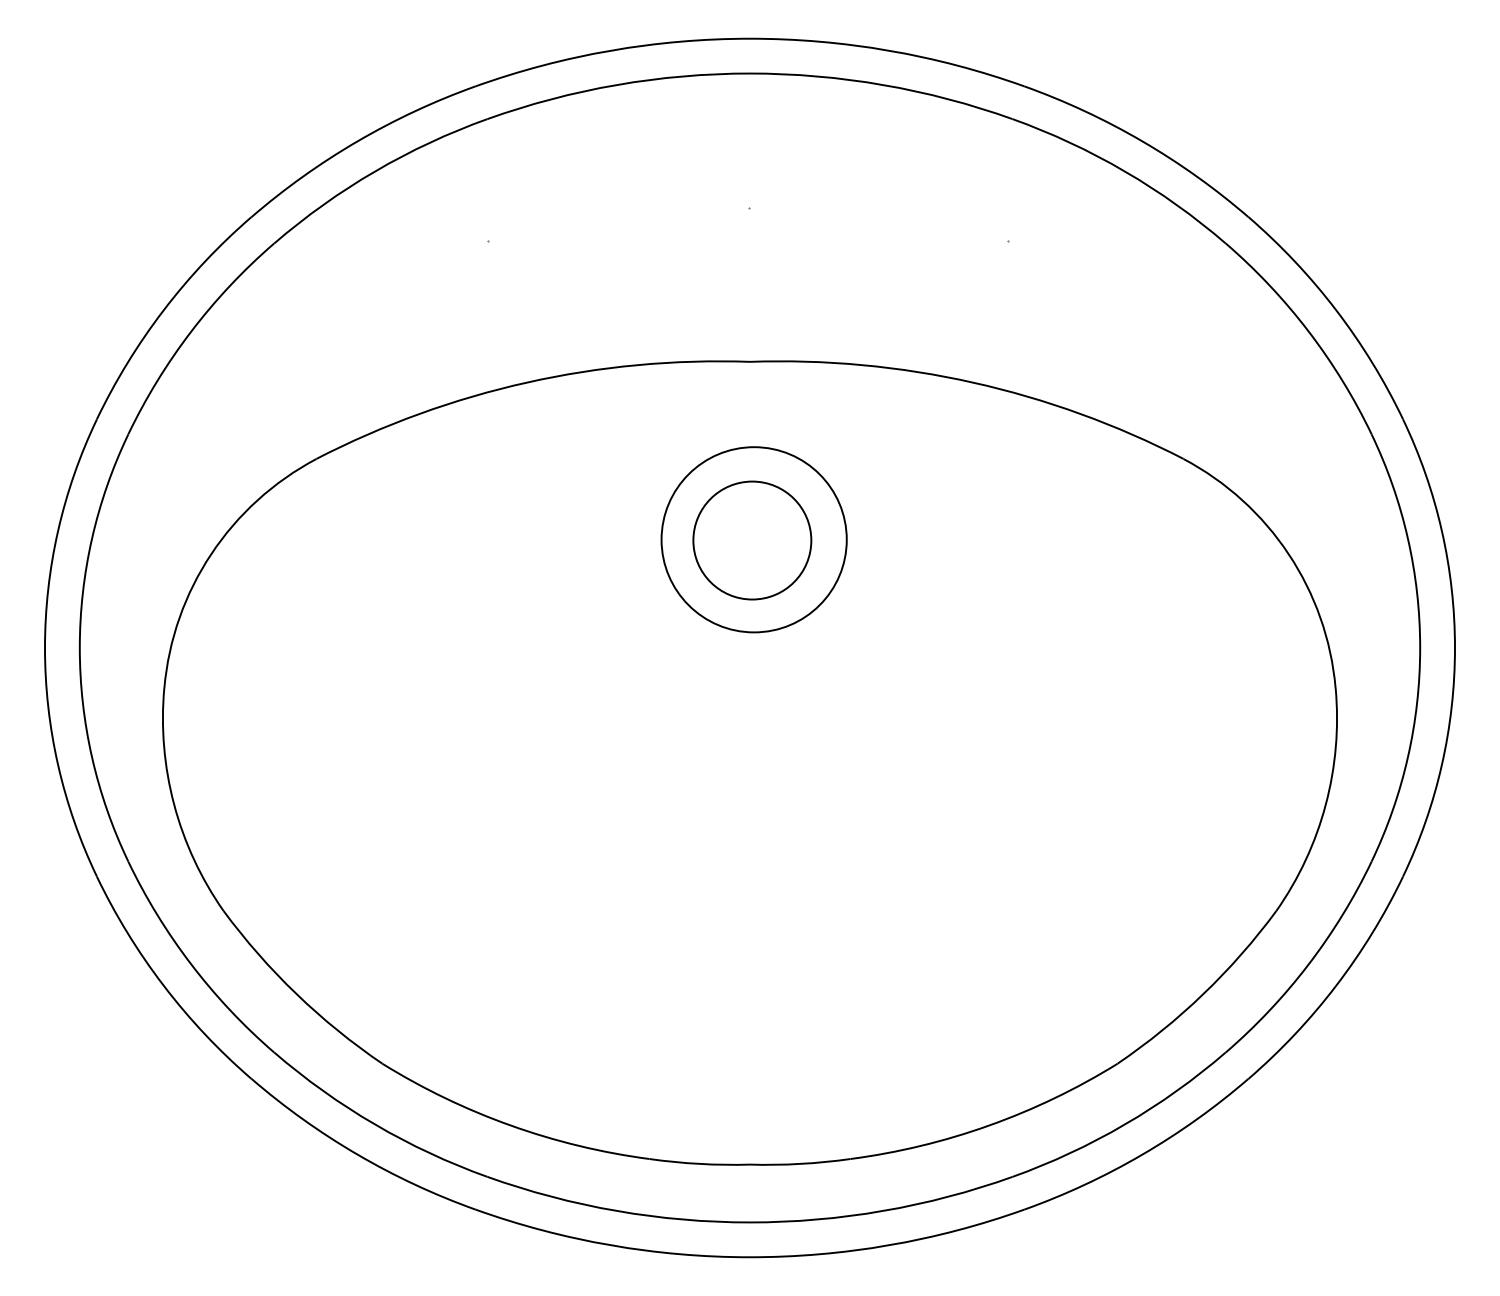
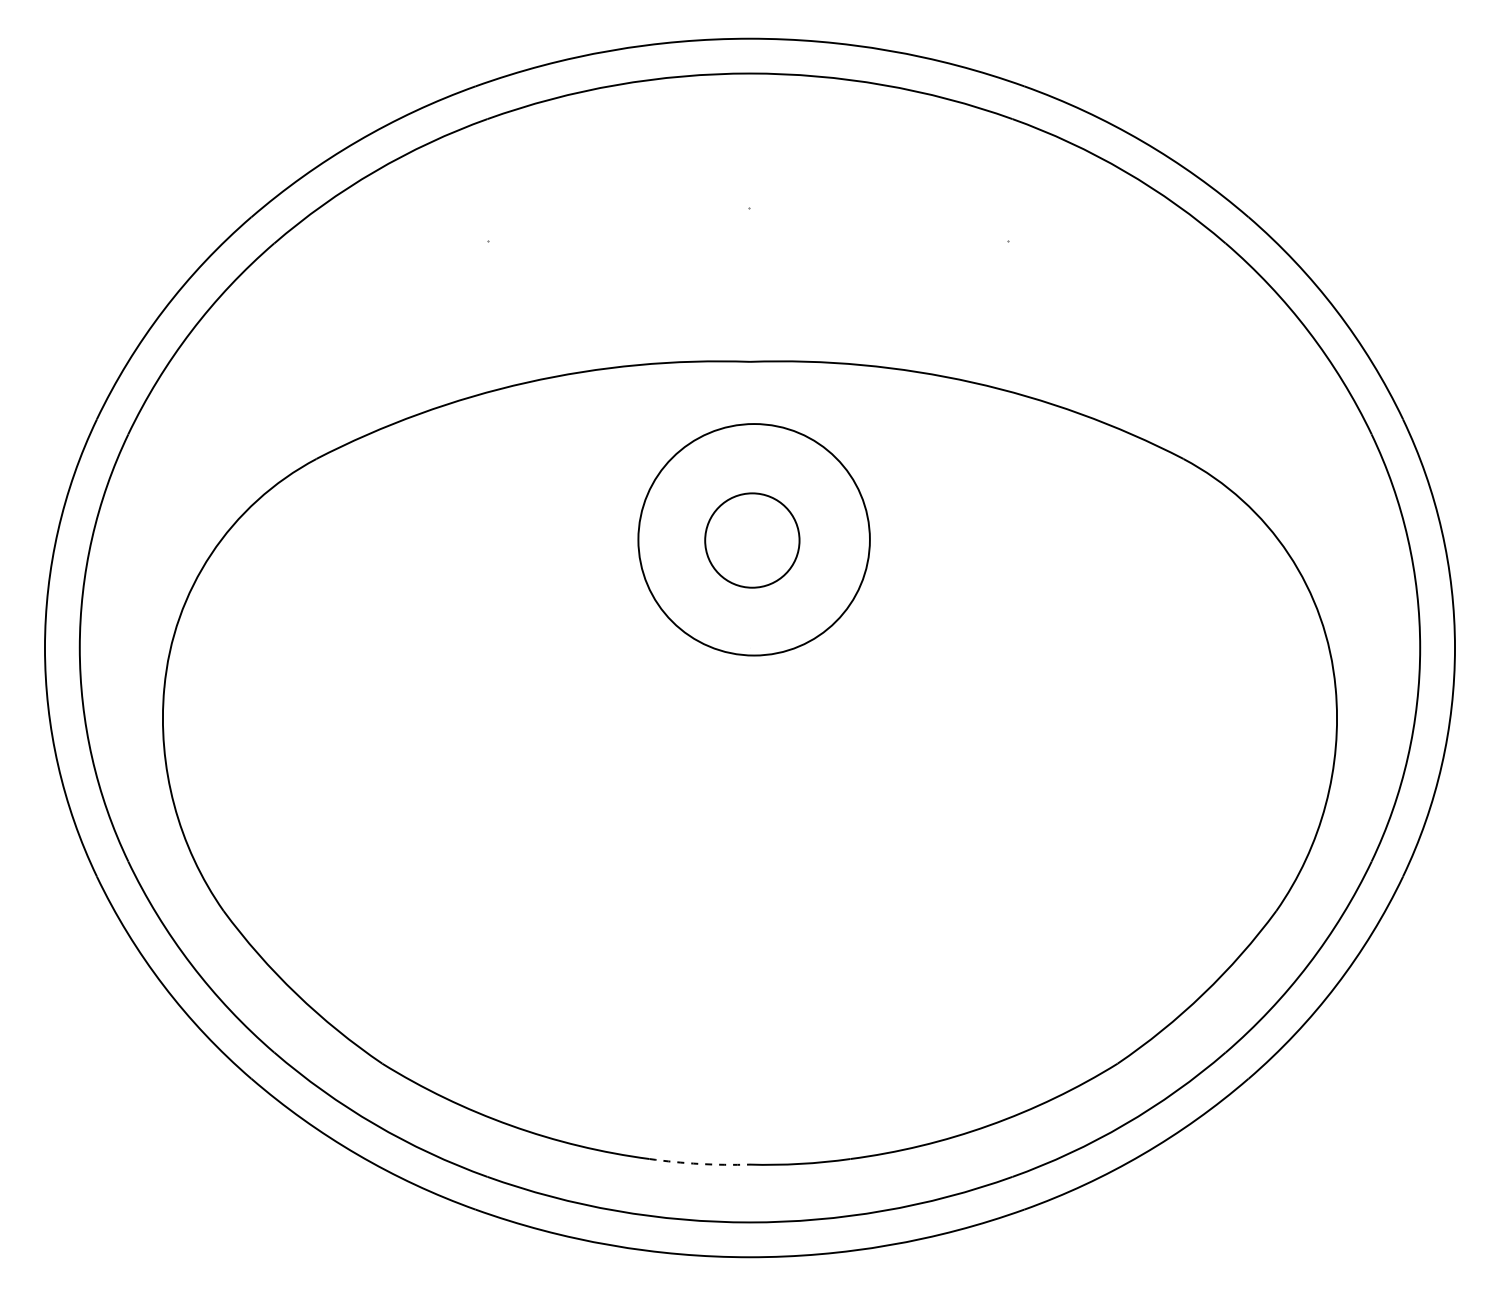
circle at (753, 539) diameter: 185 px -> 232 px
circle at (752, 540) diameter: 118 px -> 94 px
arc at (699, 1163): solid -> dashed
